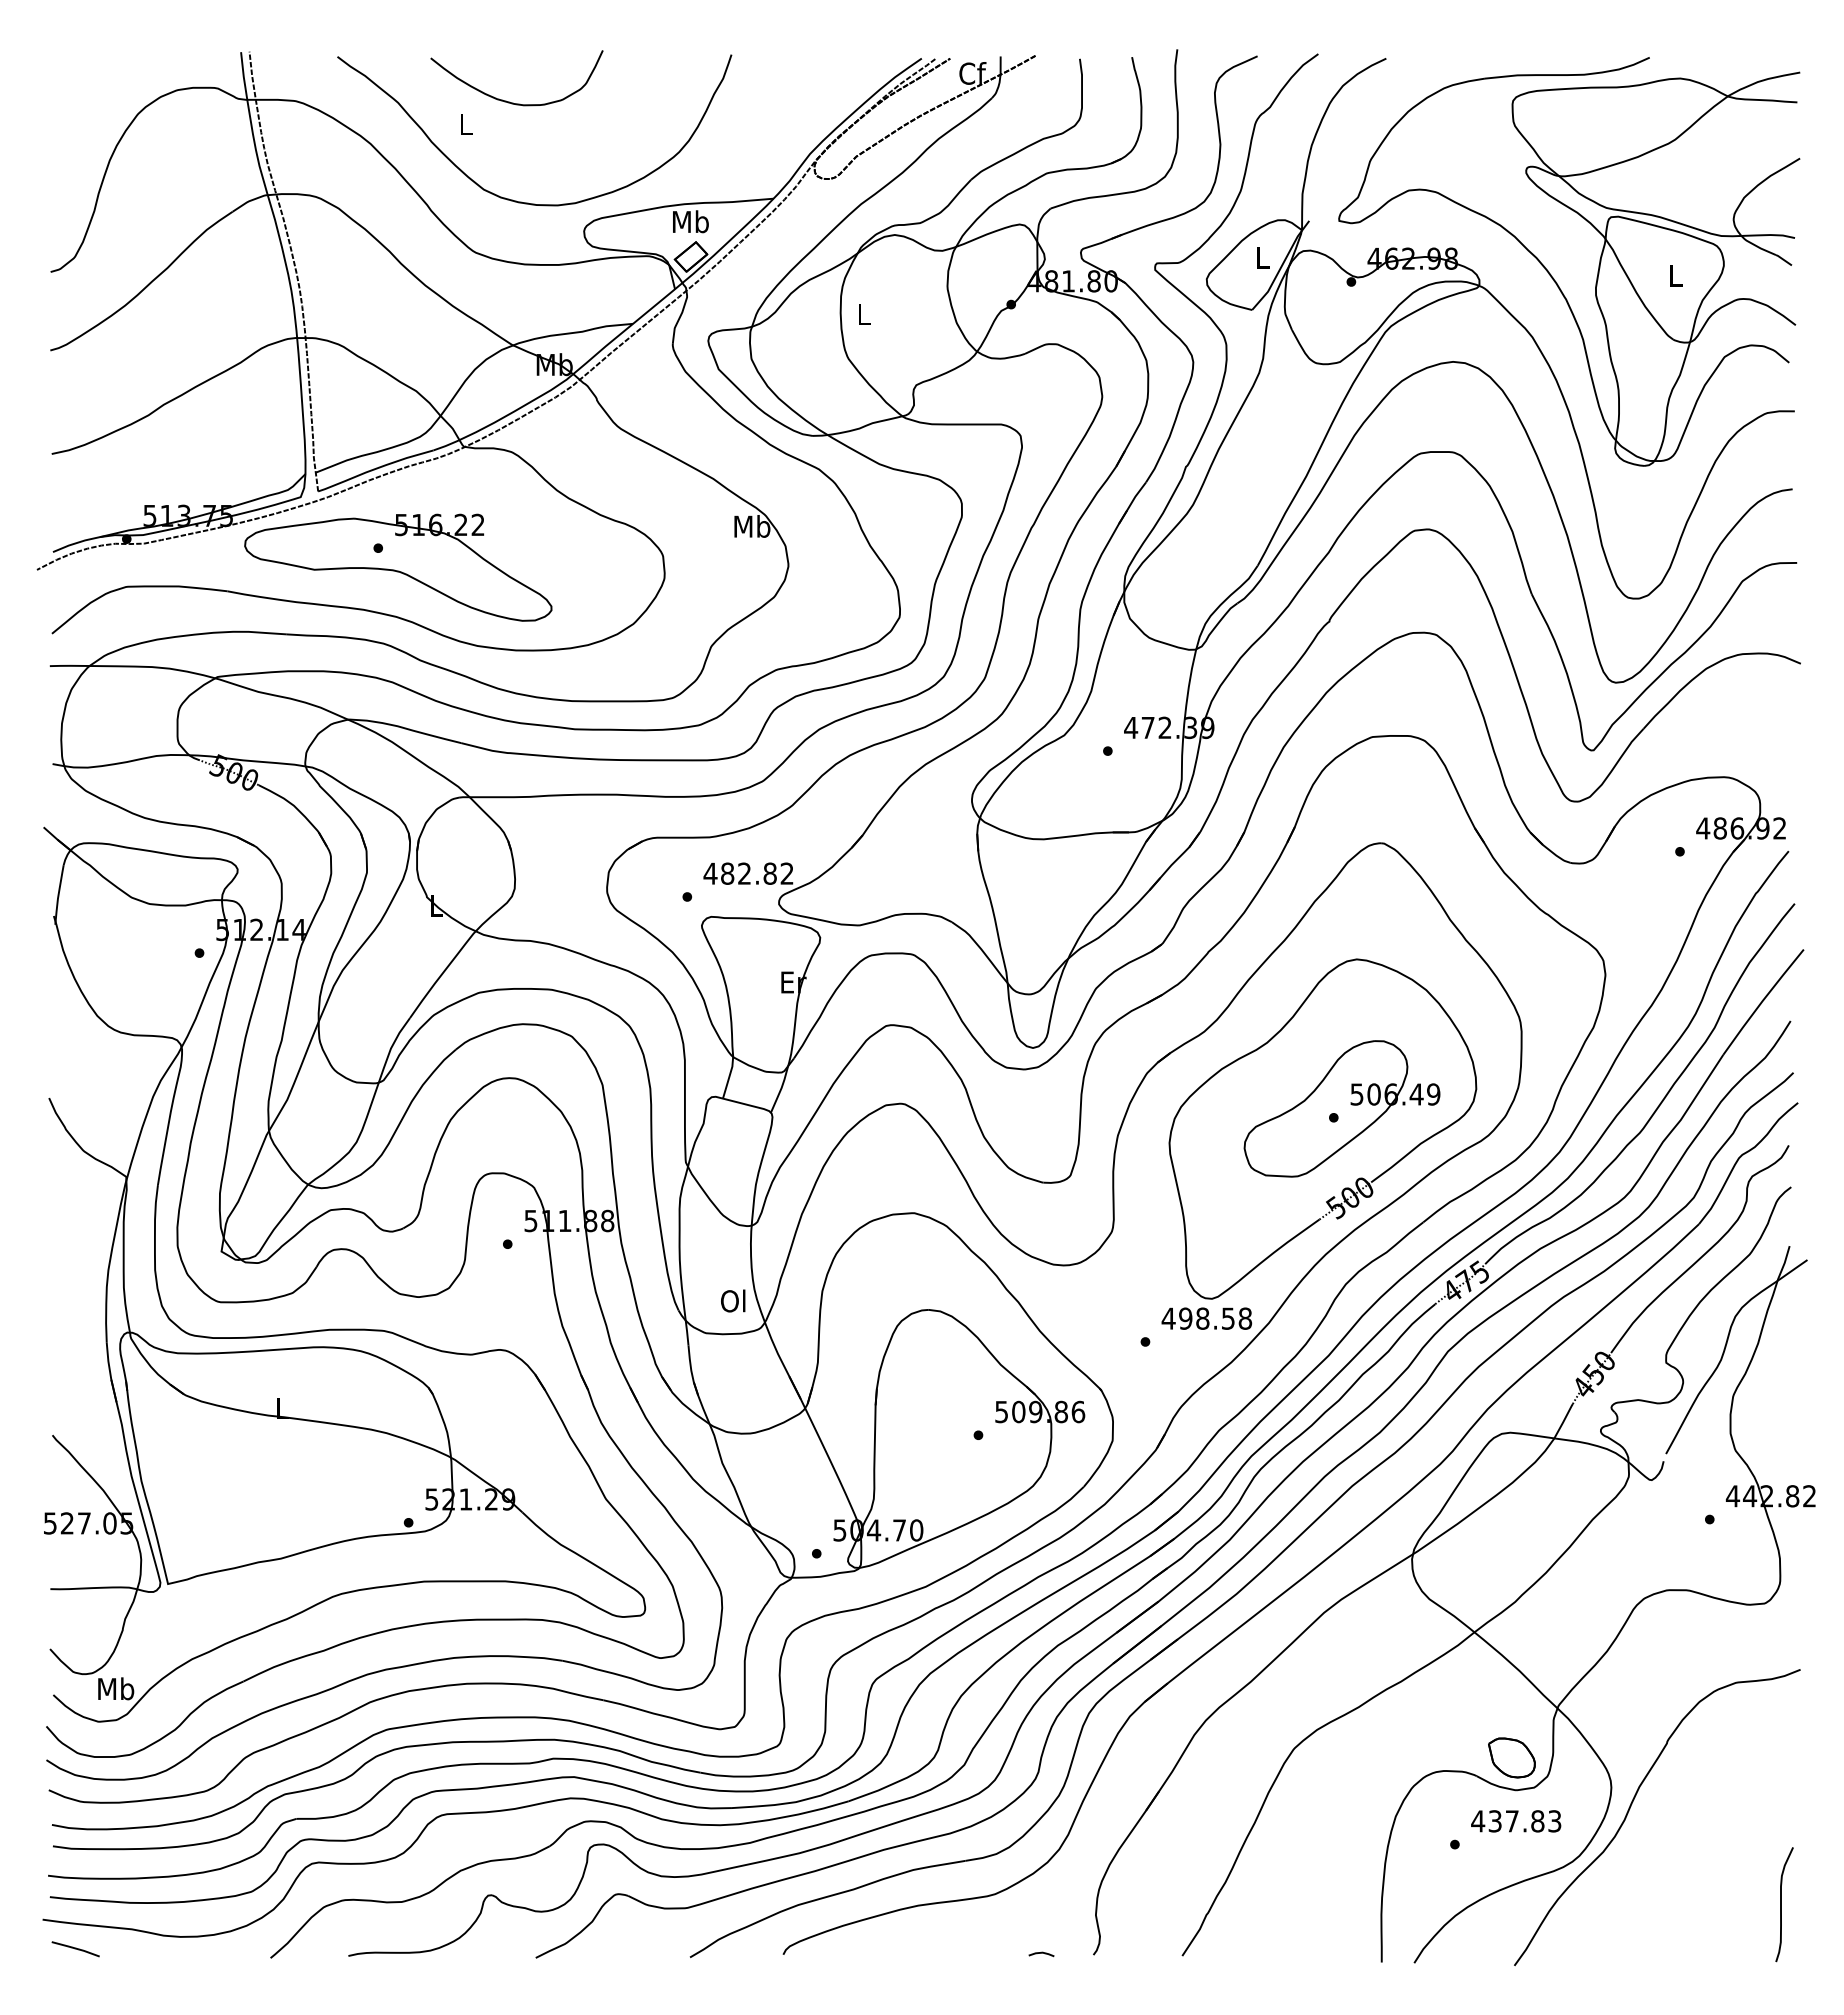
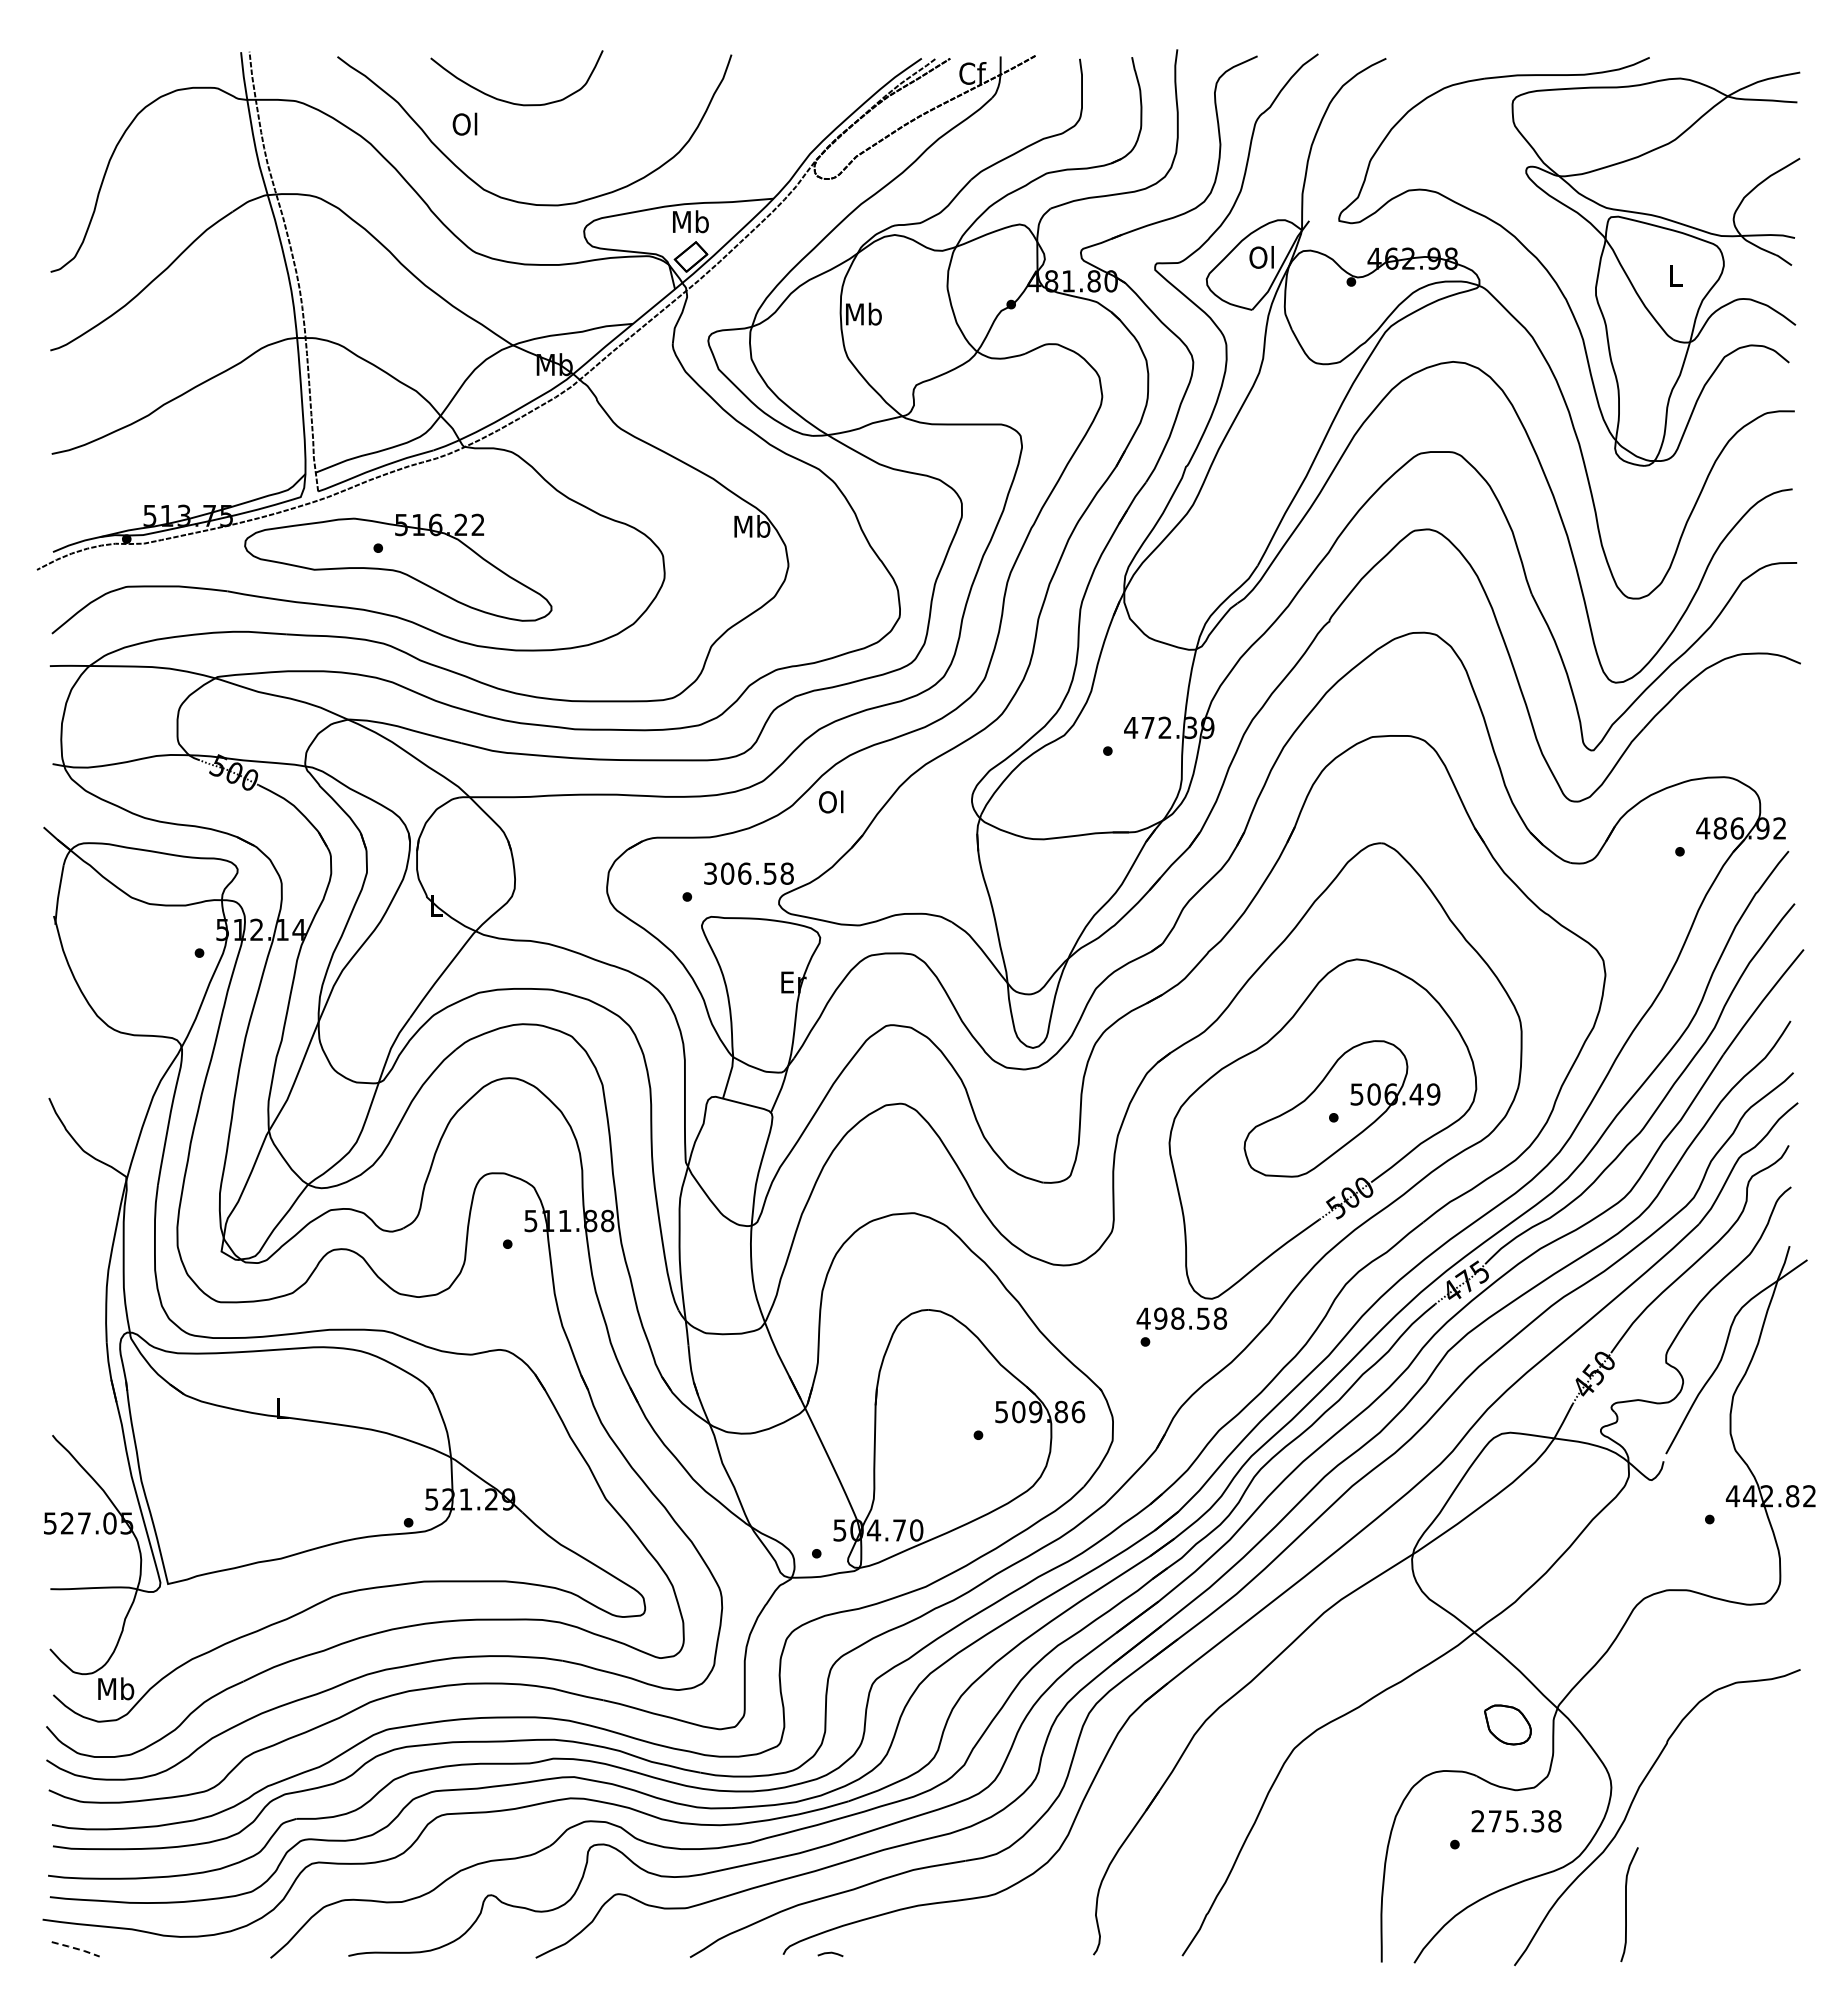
text at (464, 123): L -> Ol
text at (1261, 257): L -> Ol
text at (863, 313): L -> Mb
text at (748, 873): 482.82 -> 306.58
text at (733, 1300) position: (733, 1300) -> (831, 801)
text at (1206, 1318) position: (1206, 1318) -> (1181, 1318)
part at (1511, 1757) position: (1511, 1757) -> (1507, 1724)
text at (1516, 1821): 437.83 -> 275.38
curve at (1781, 1904) position: (1781, 1904) -> (1626, 1904)
line at (75, 1948): solid -> dashed
line at (1041, 1953) position: (1041, 1953) -> (830, 1953)
